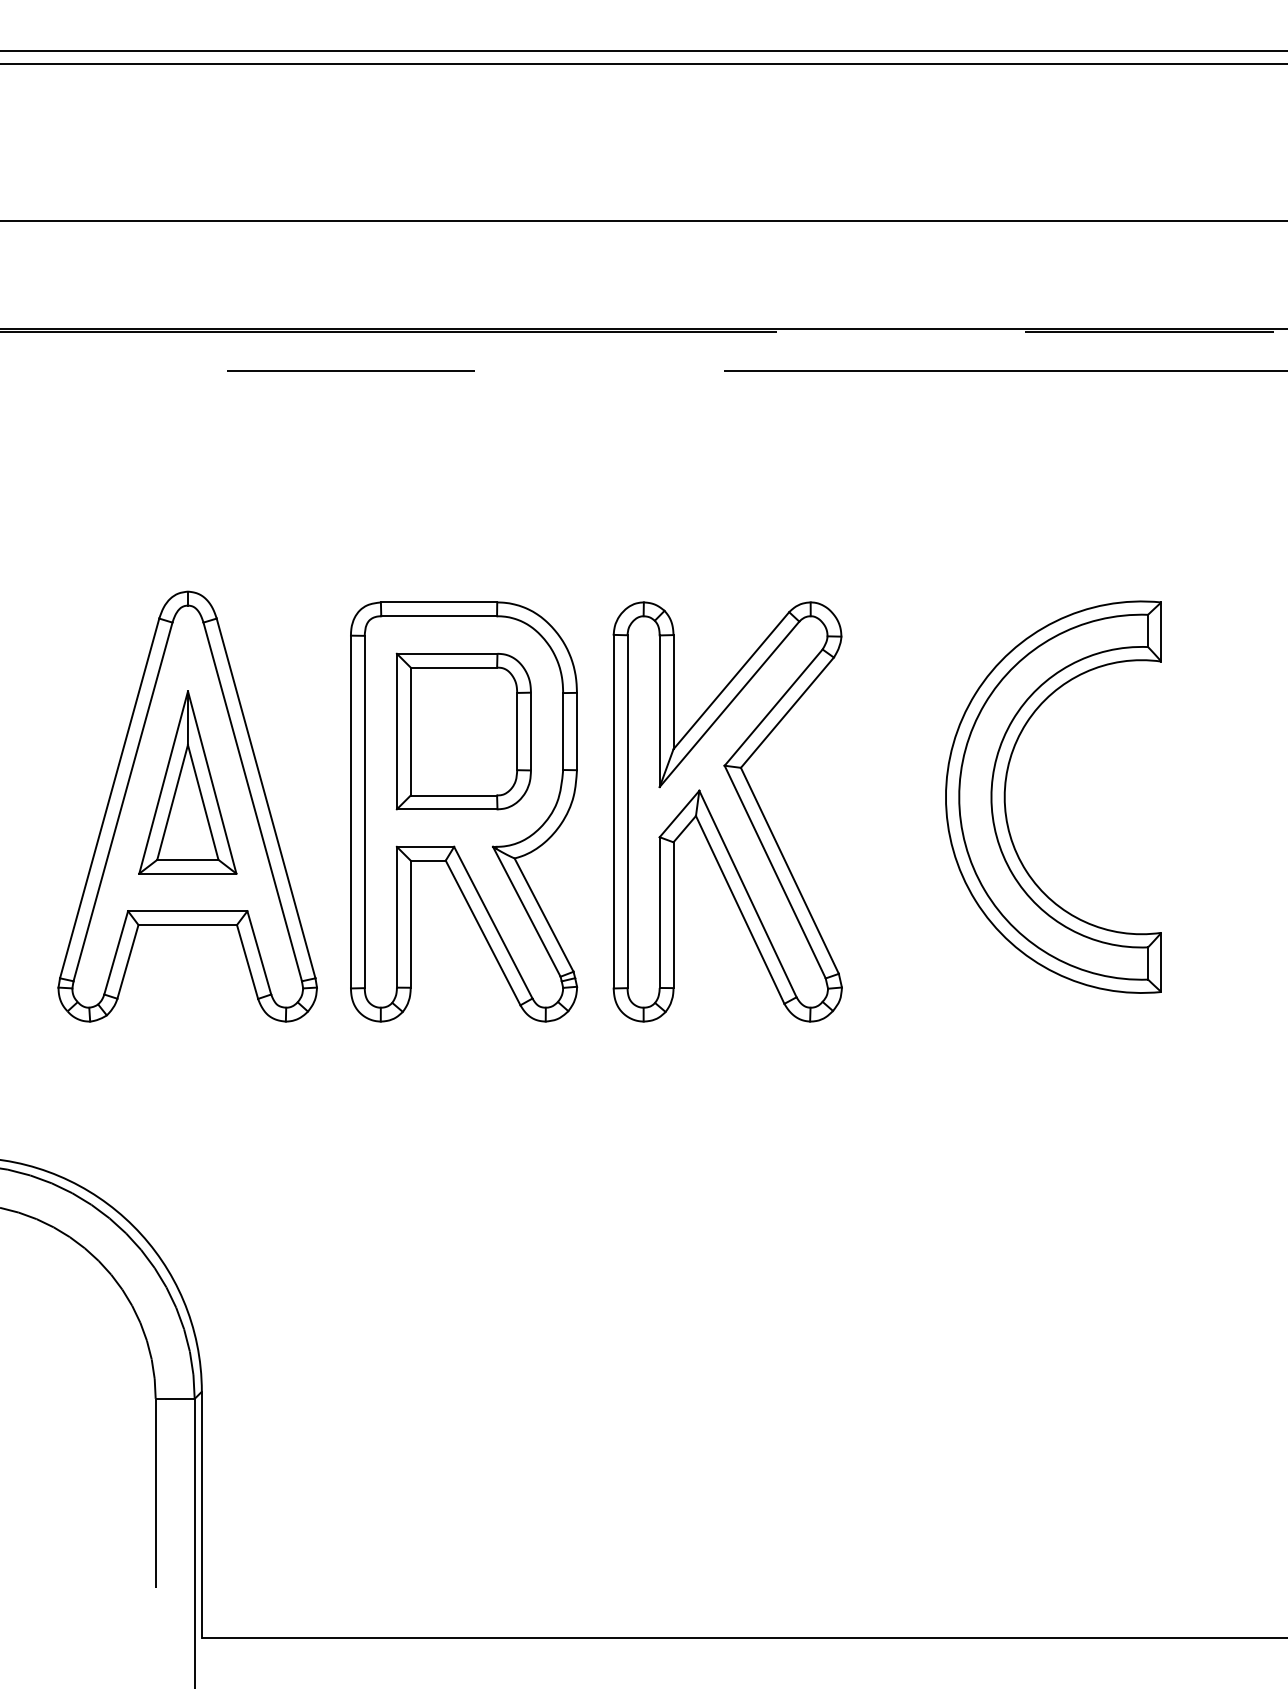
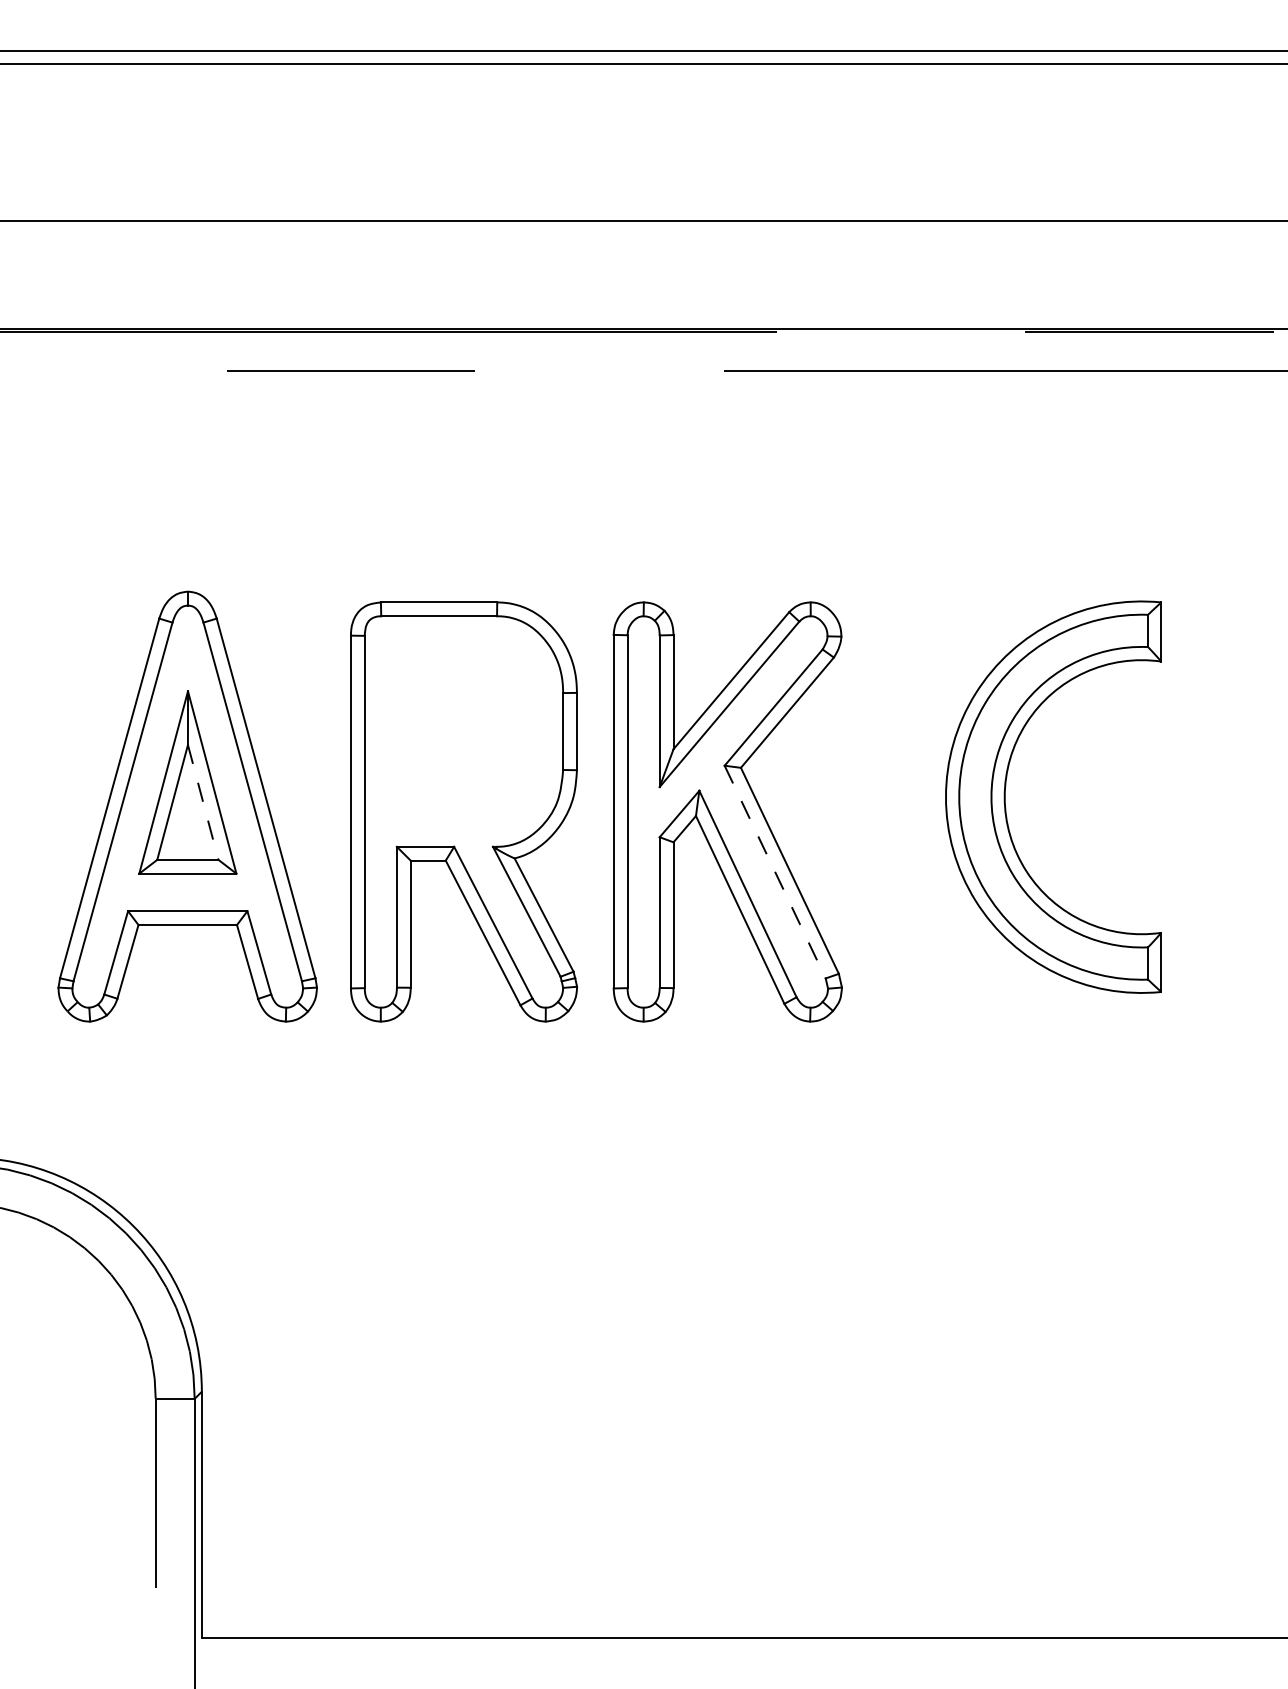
part at (463, 731): present -> none
line at (203, 802): solid -> dashed
line at (775, 872): solid -> dashed
